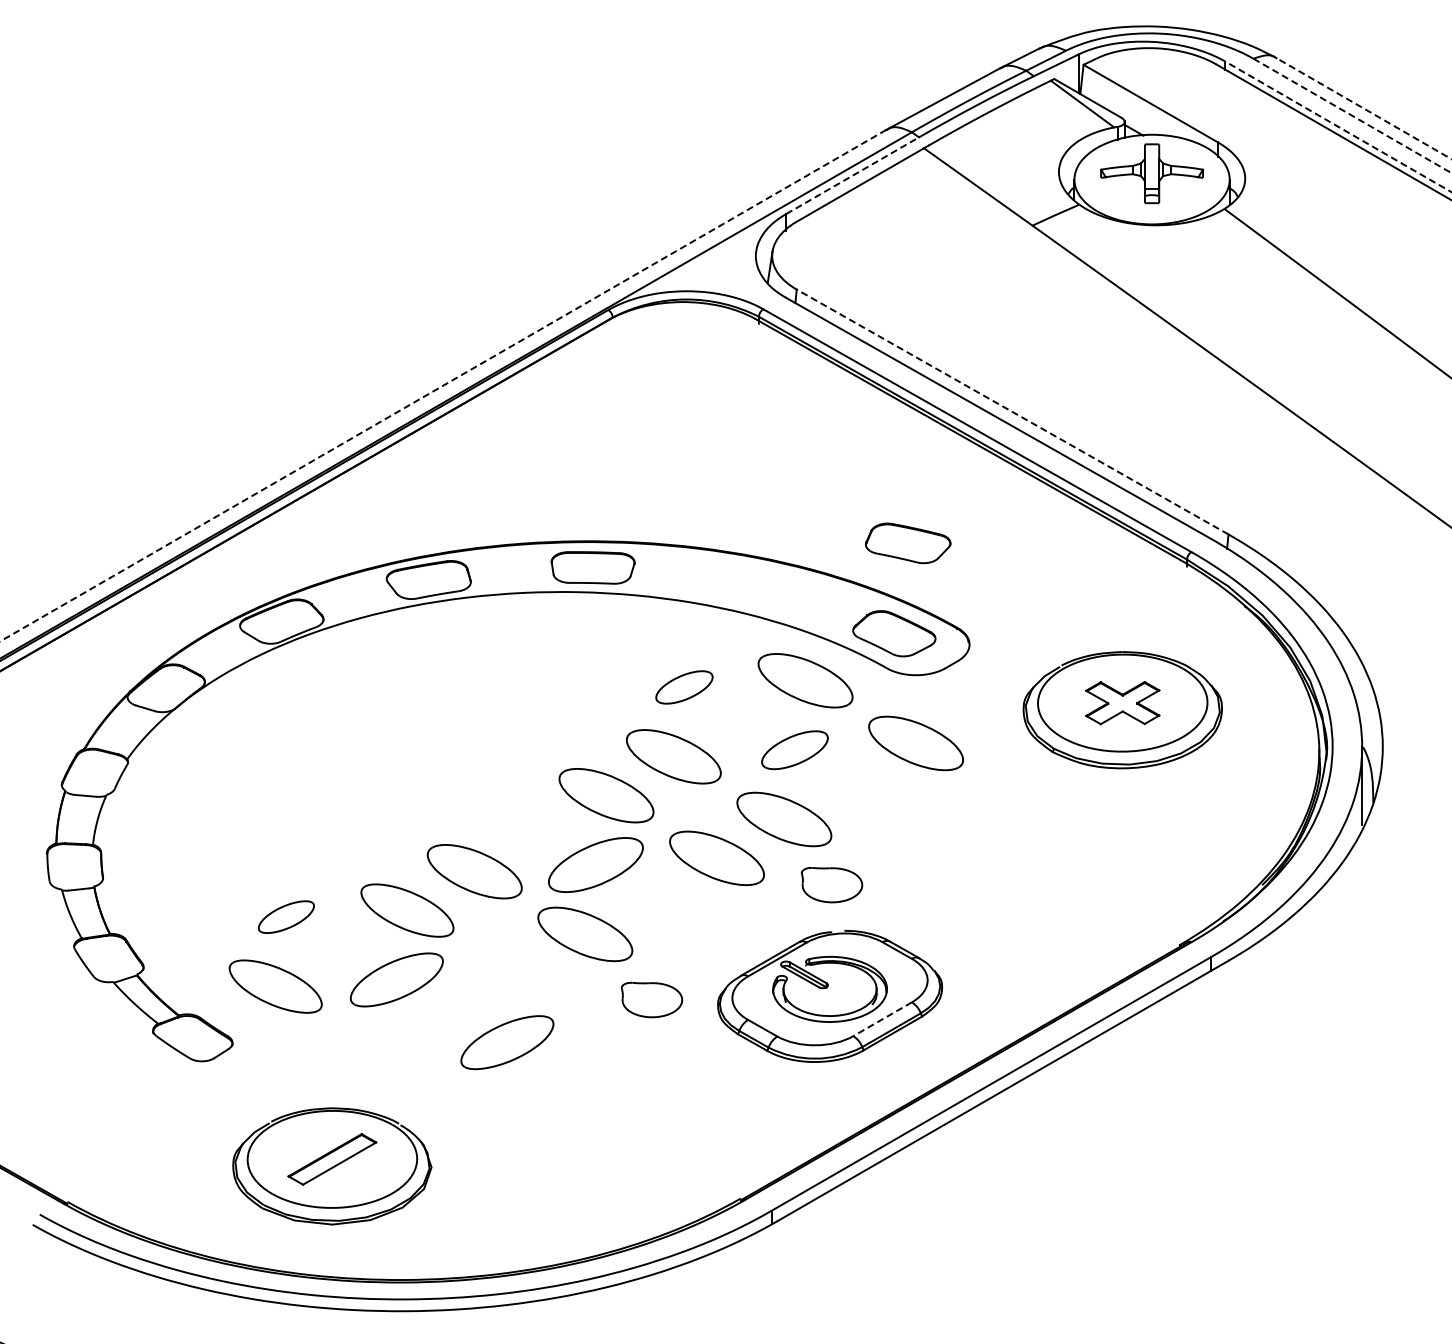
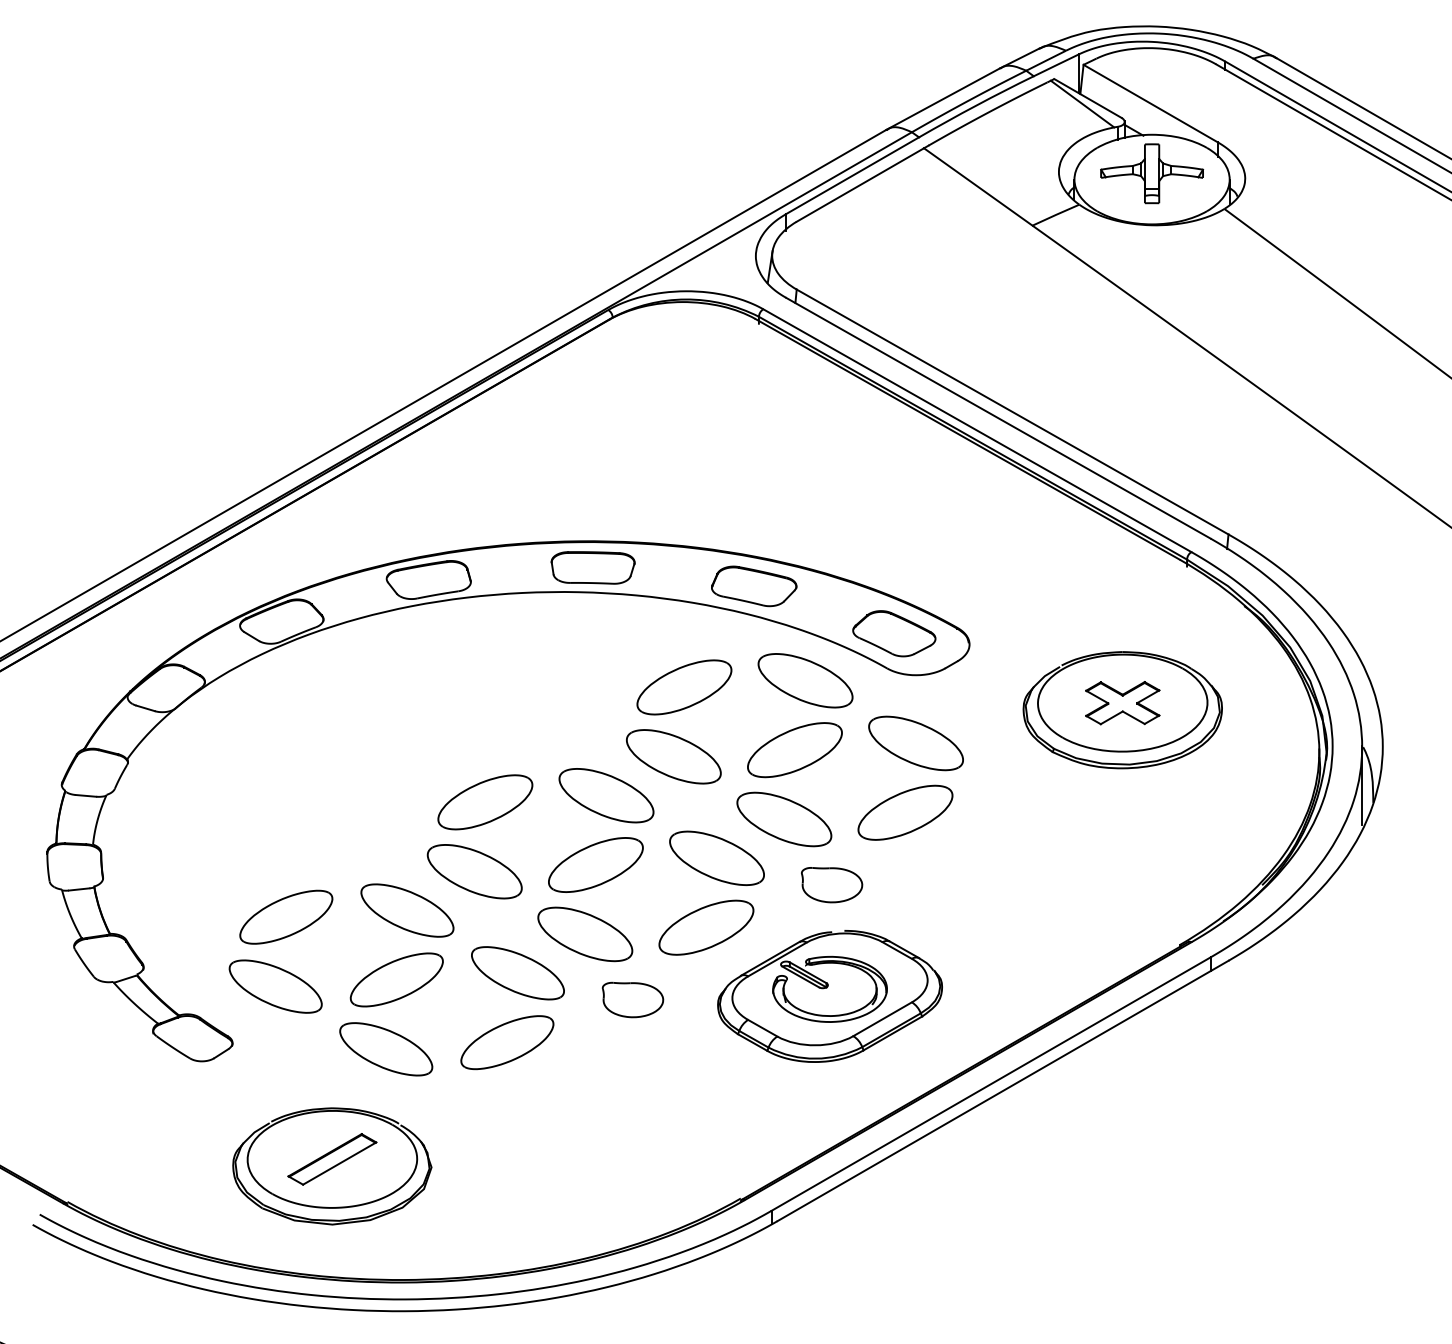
line at (1363, 108): dashed -> solid
line at (1353, 116): dashed -> solid
line at (1337, 126): dashed -> solid
line at (852, 175): dashed -> solid
line at (443, 385): dashed -> solid
line at (1012, 411): dashed -> solid
part at (908, 543) position: (908, 543) -> (754, 586)
part at (684, 687) size: 59x35 px -> 97x57 px
part at (794, 750) size: 68x41 px -> 96x57 px
part at (485, 802): none -> present
part at (905, 812): none -> present
part at (285, 916) size: 58x34 px -> 95x56 px
part at (706, 927): none -> present
part at (517, 973): none -> present
part at (651, 999) position: (651, 999) -> (632, 999)
line at (882, 1019): dashed -> solid
part at (386, 1049): none -> present
